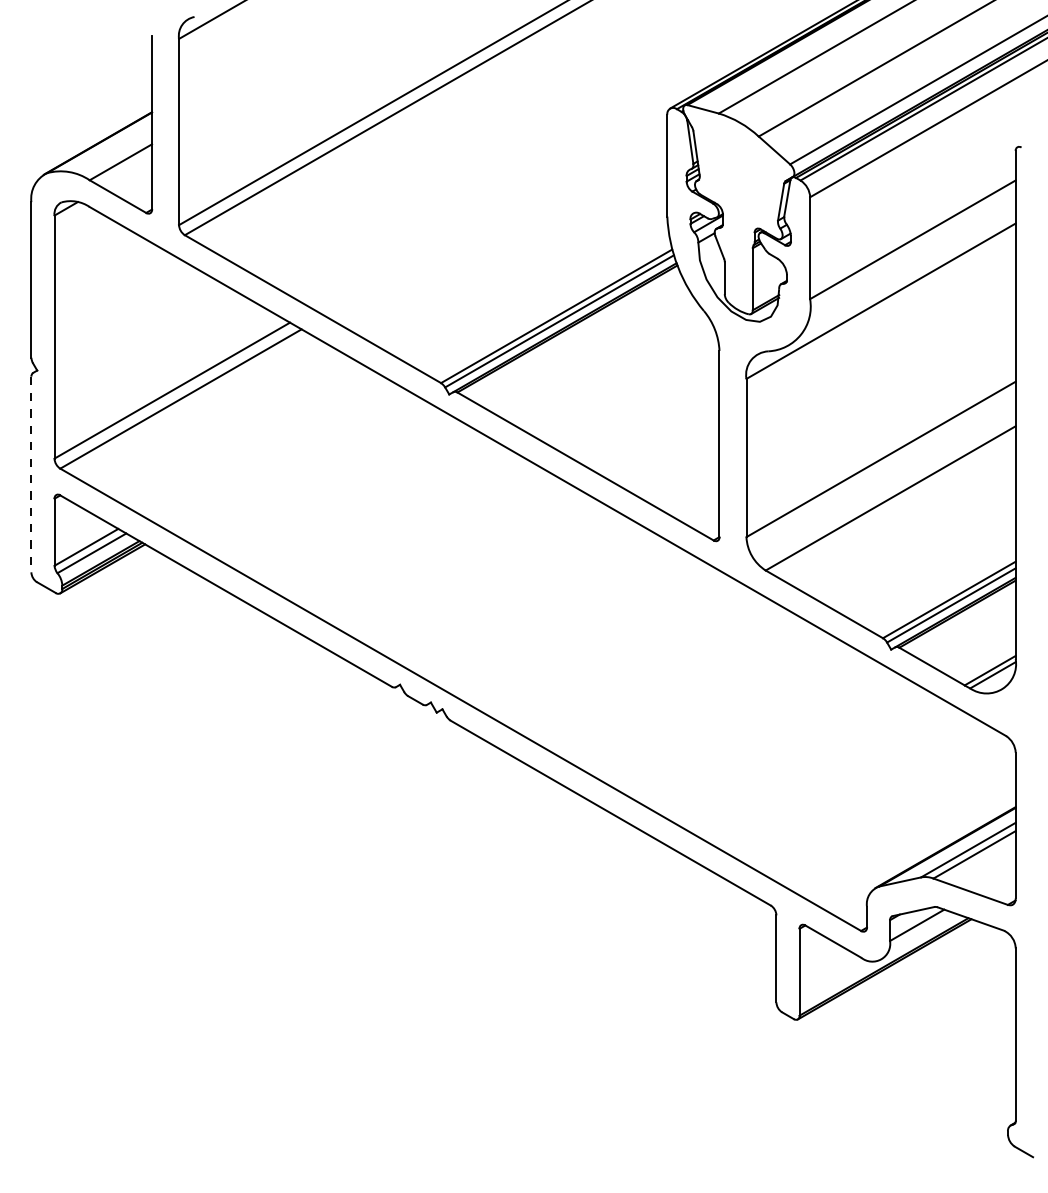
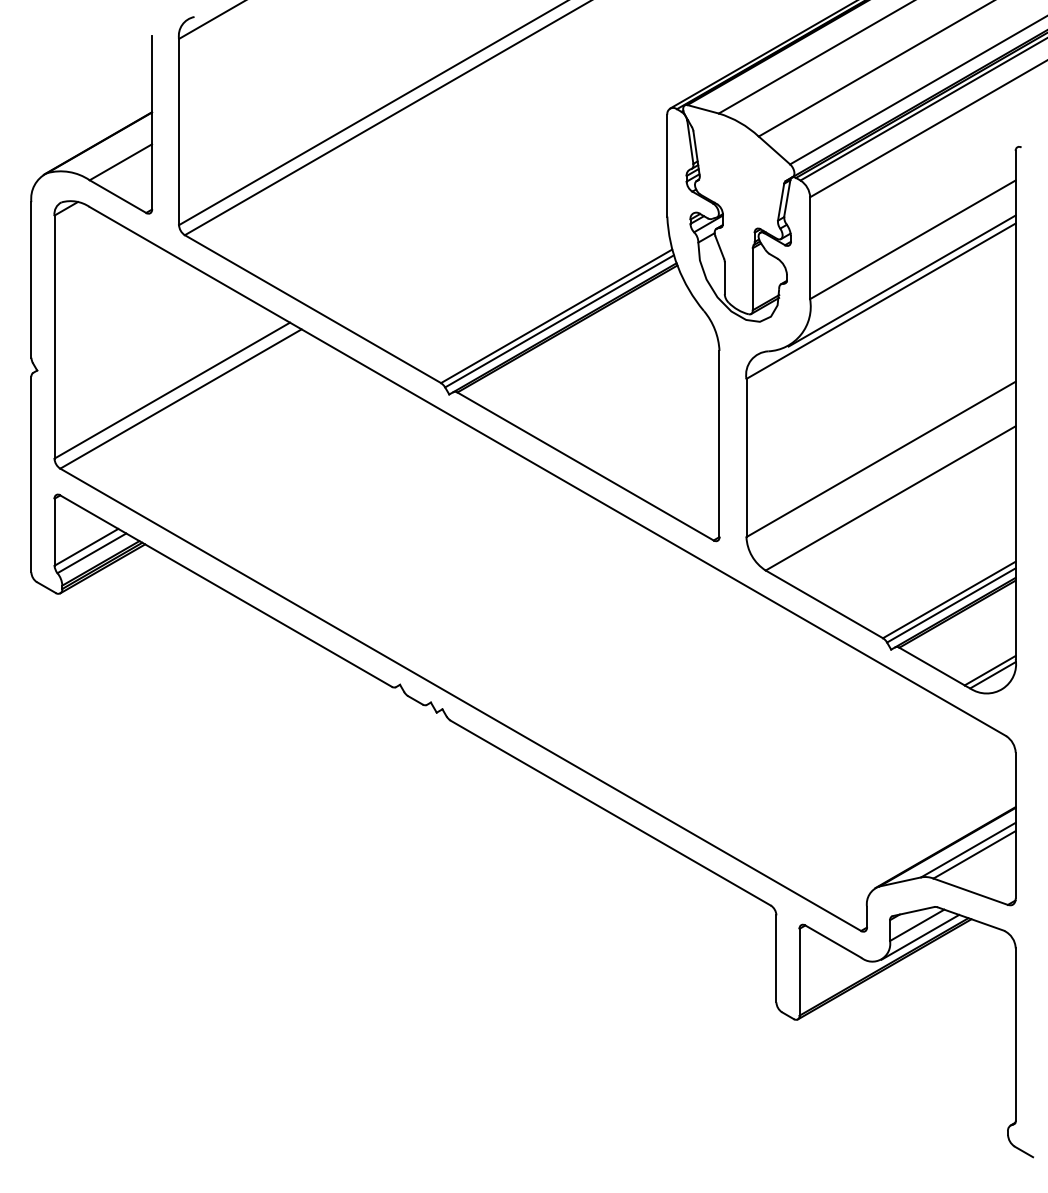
line at (901, 280): none -> present
line at (31, 474): dashed -> solid
line at (920, 936): none -> present
